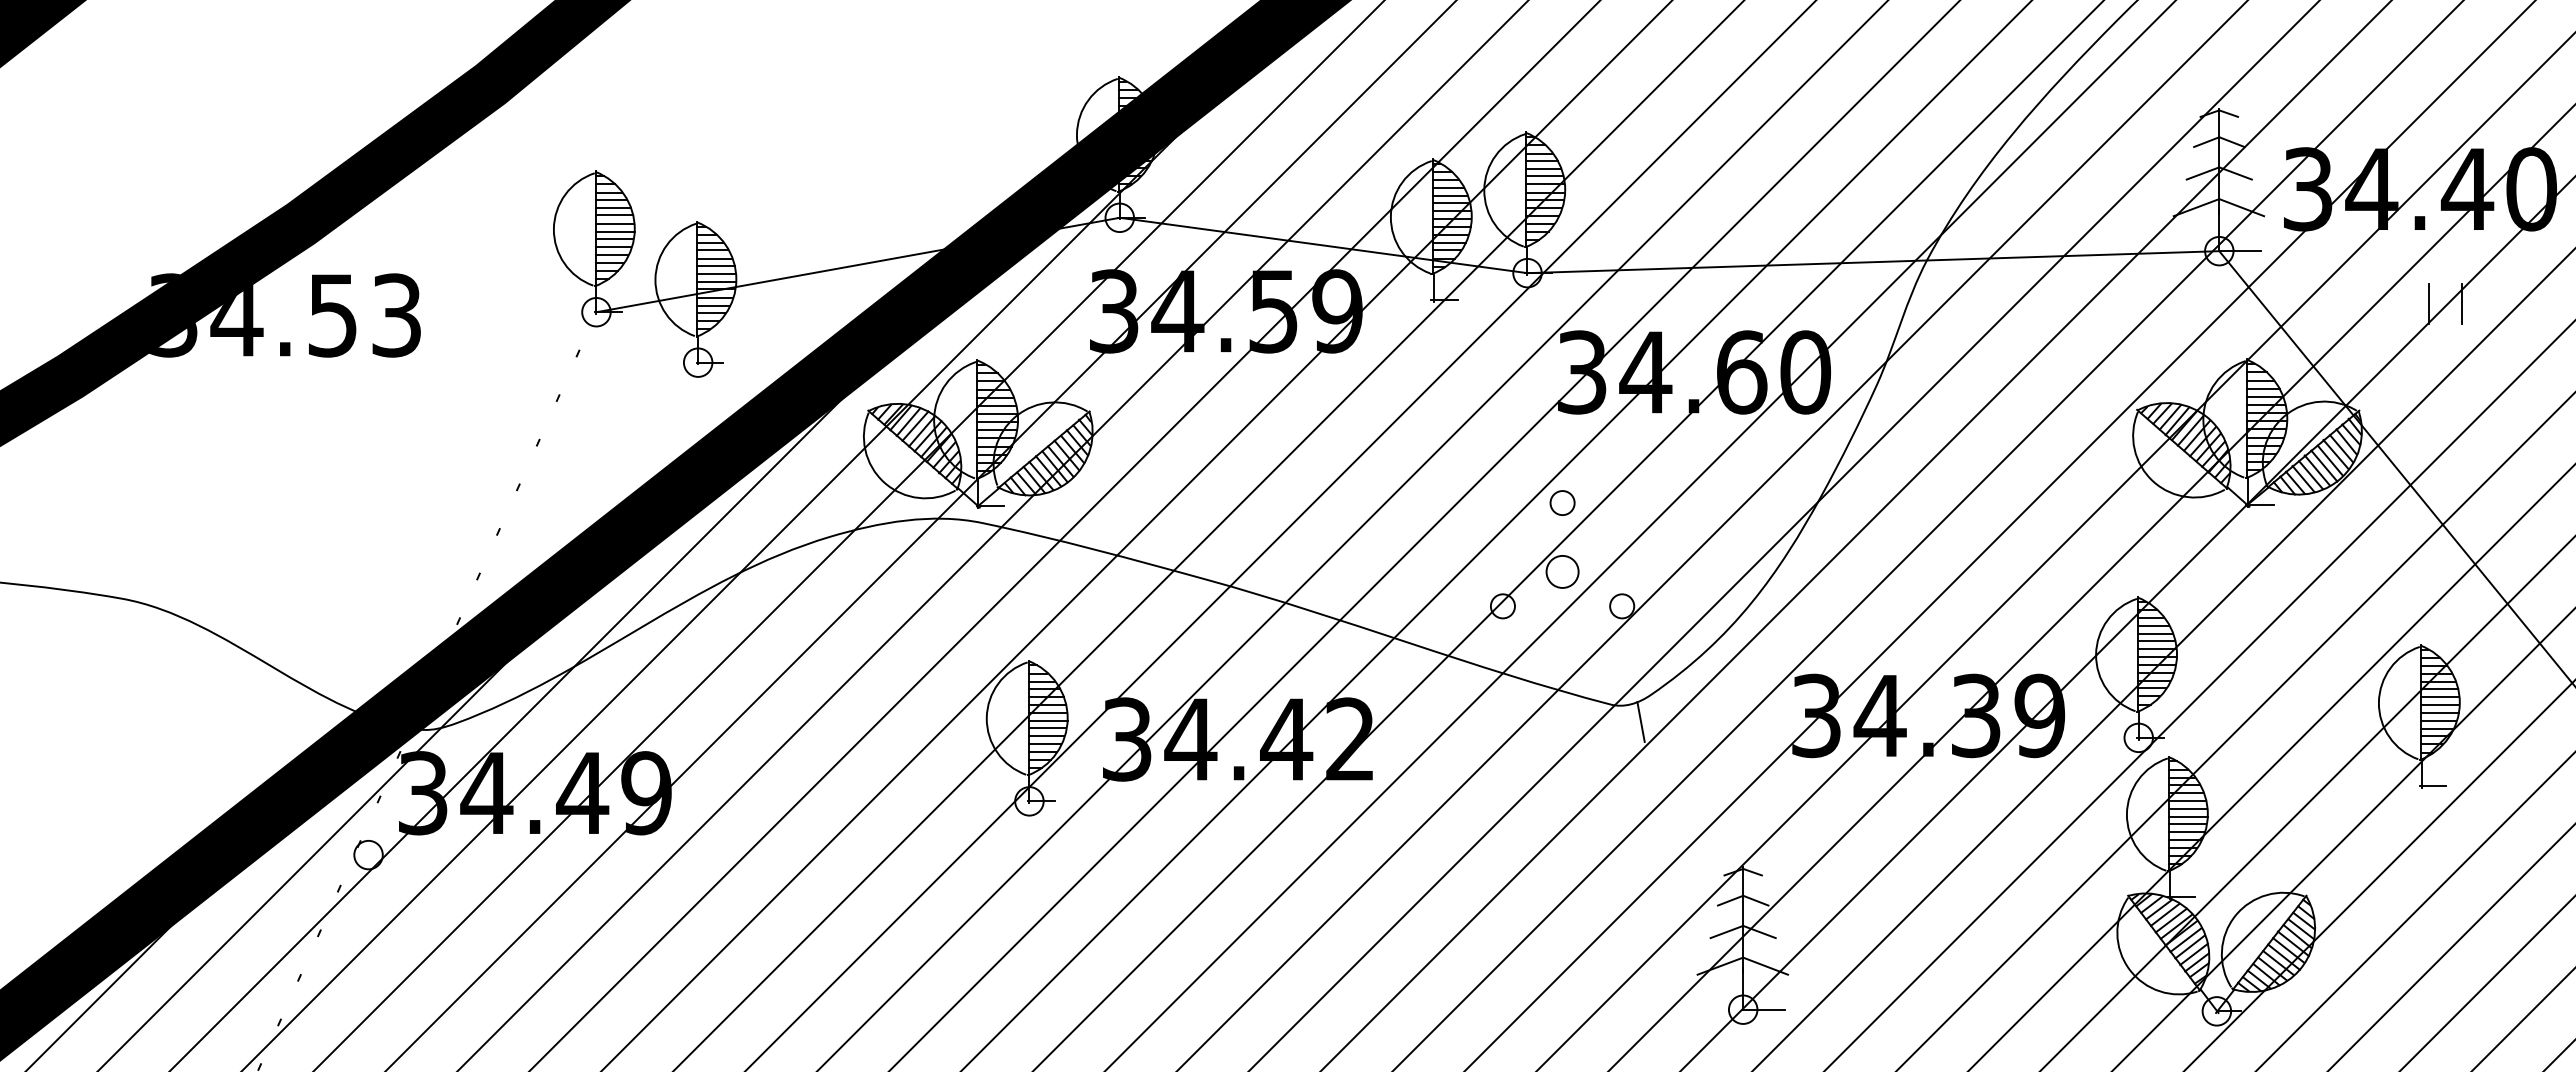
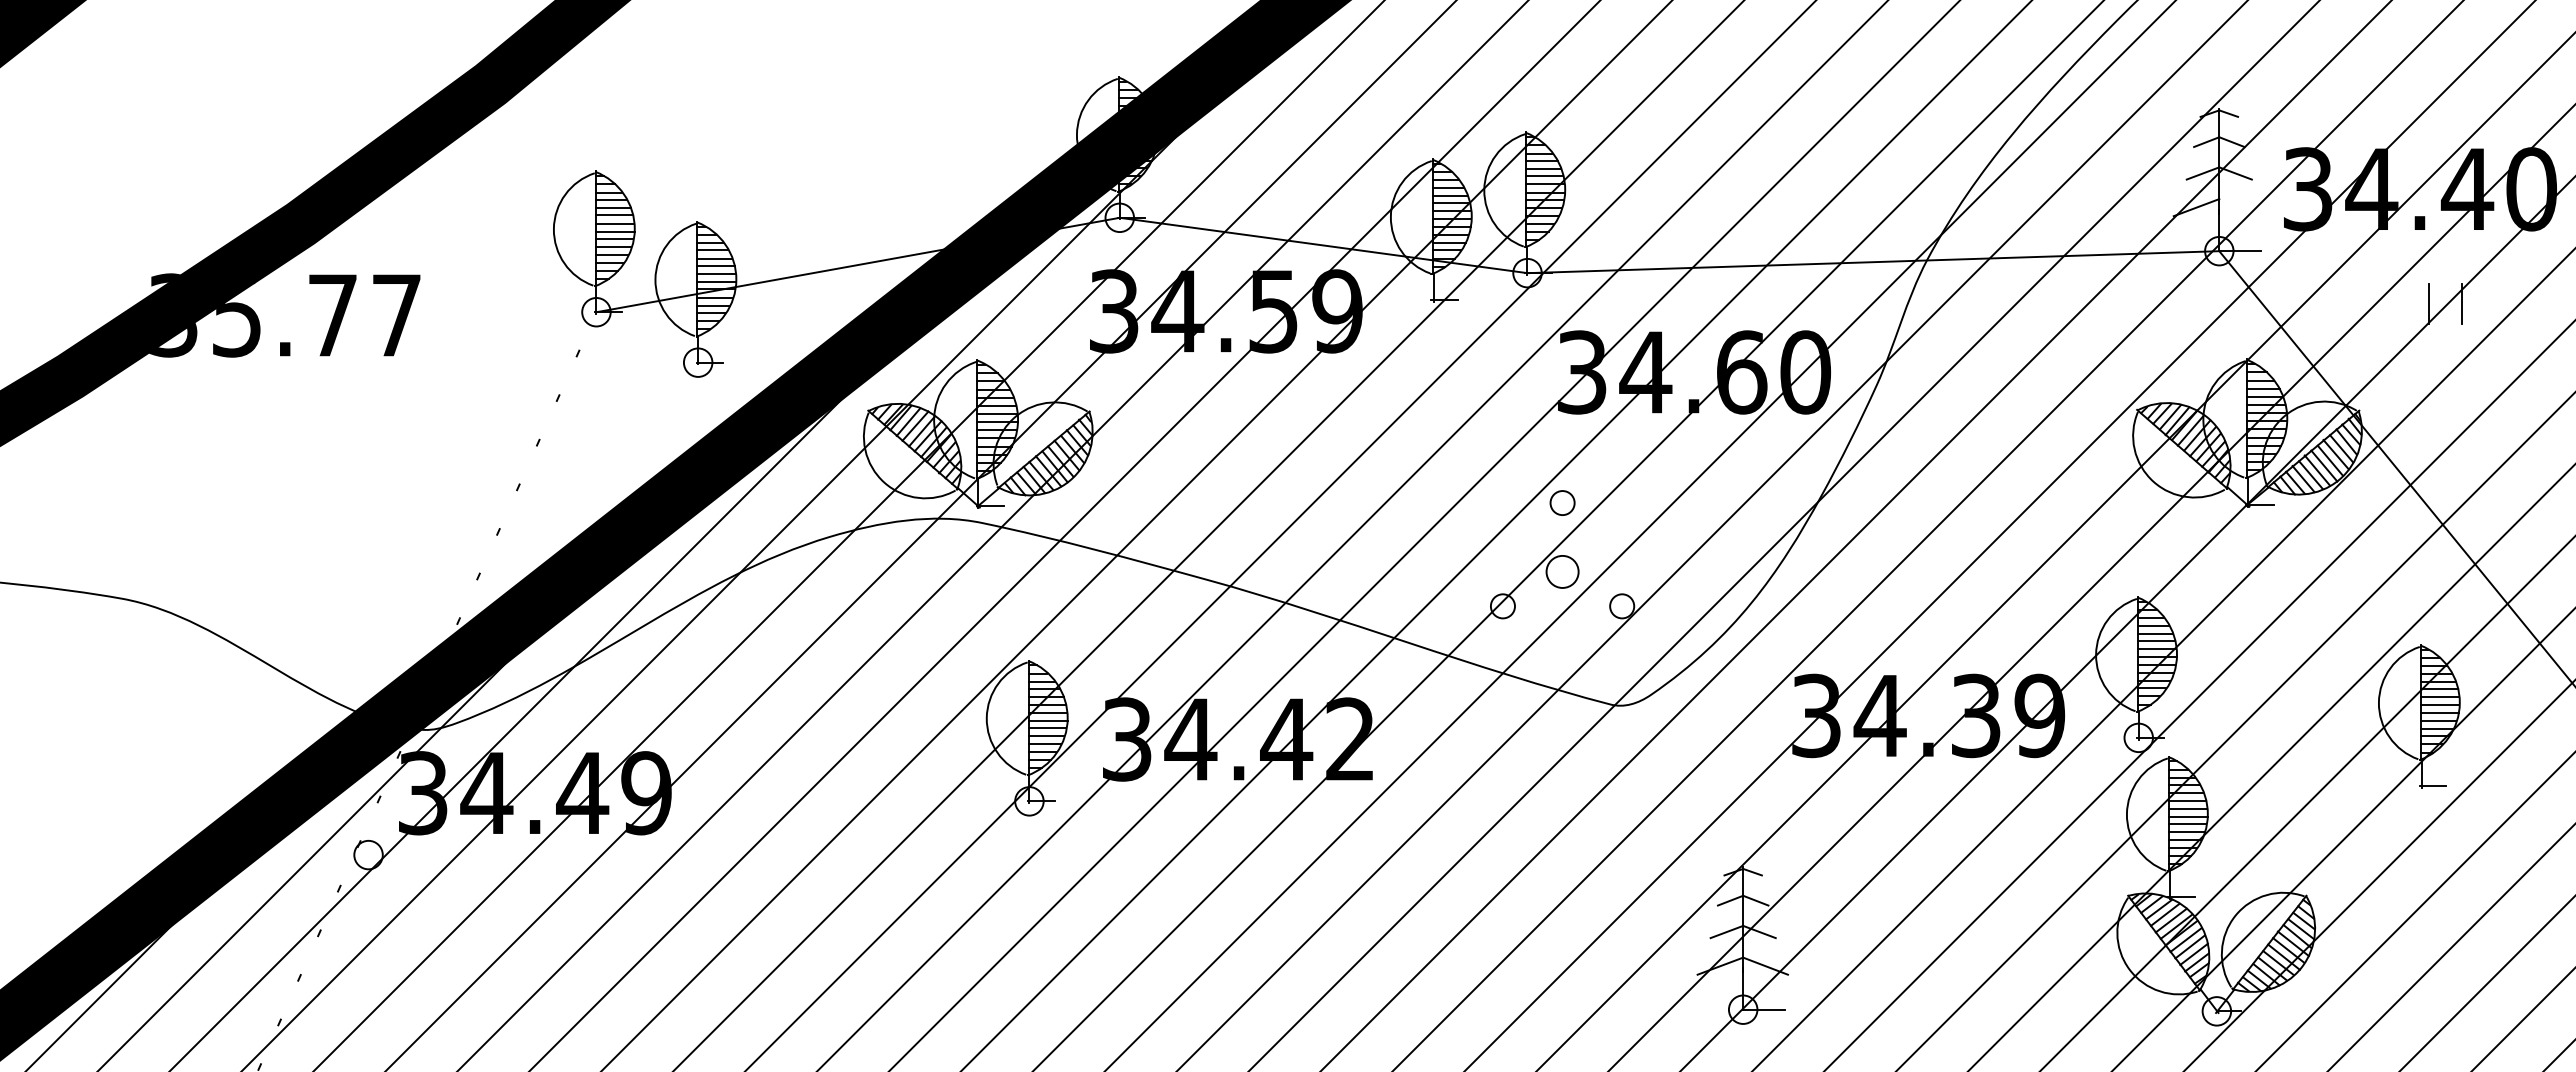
line at (2241, 207): present -> none
text at (315, 315): 34.53 -> 35.77
line at (1640, 721): present -> none
